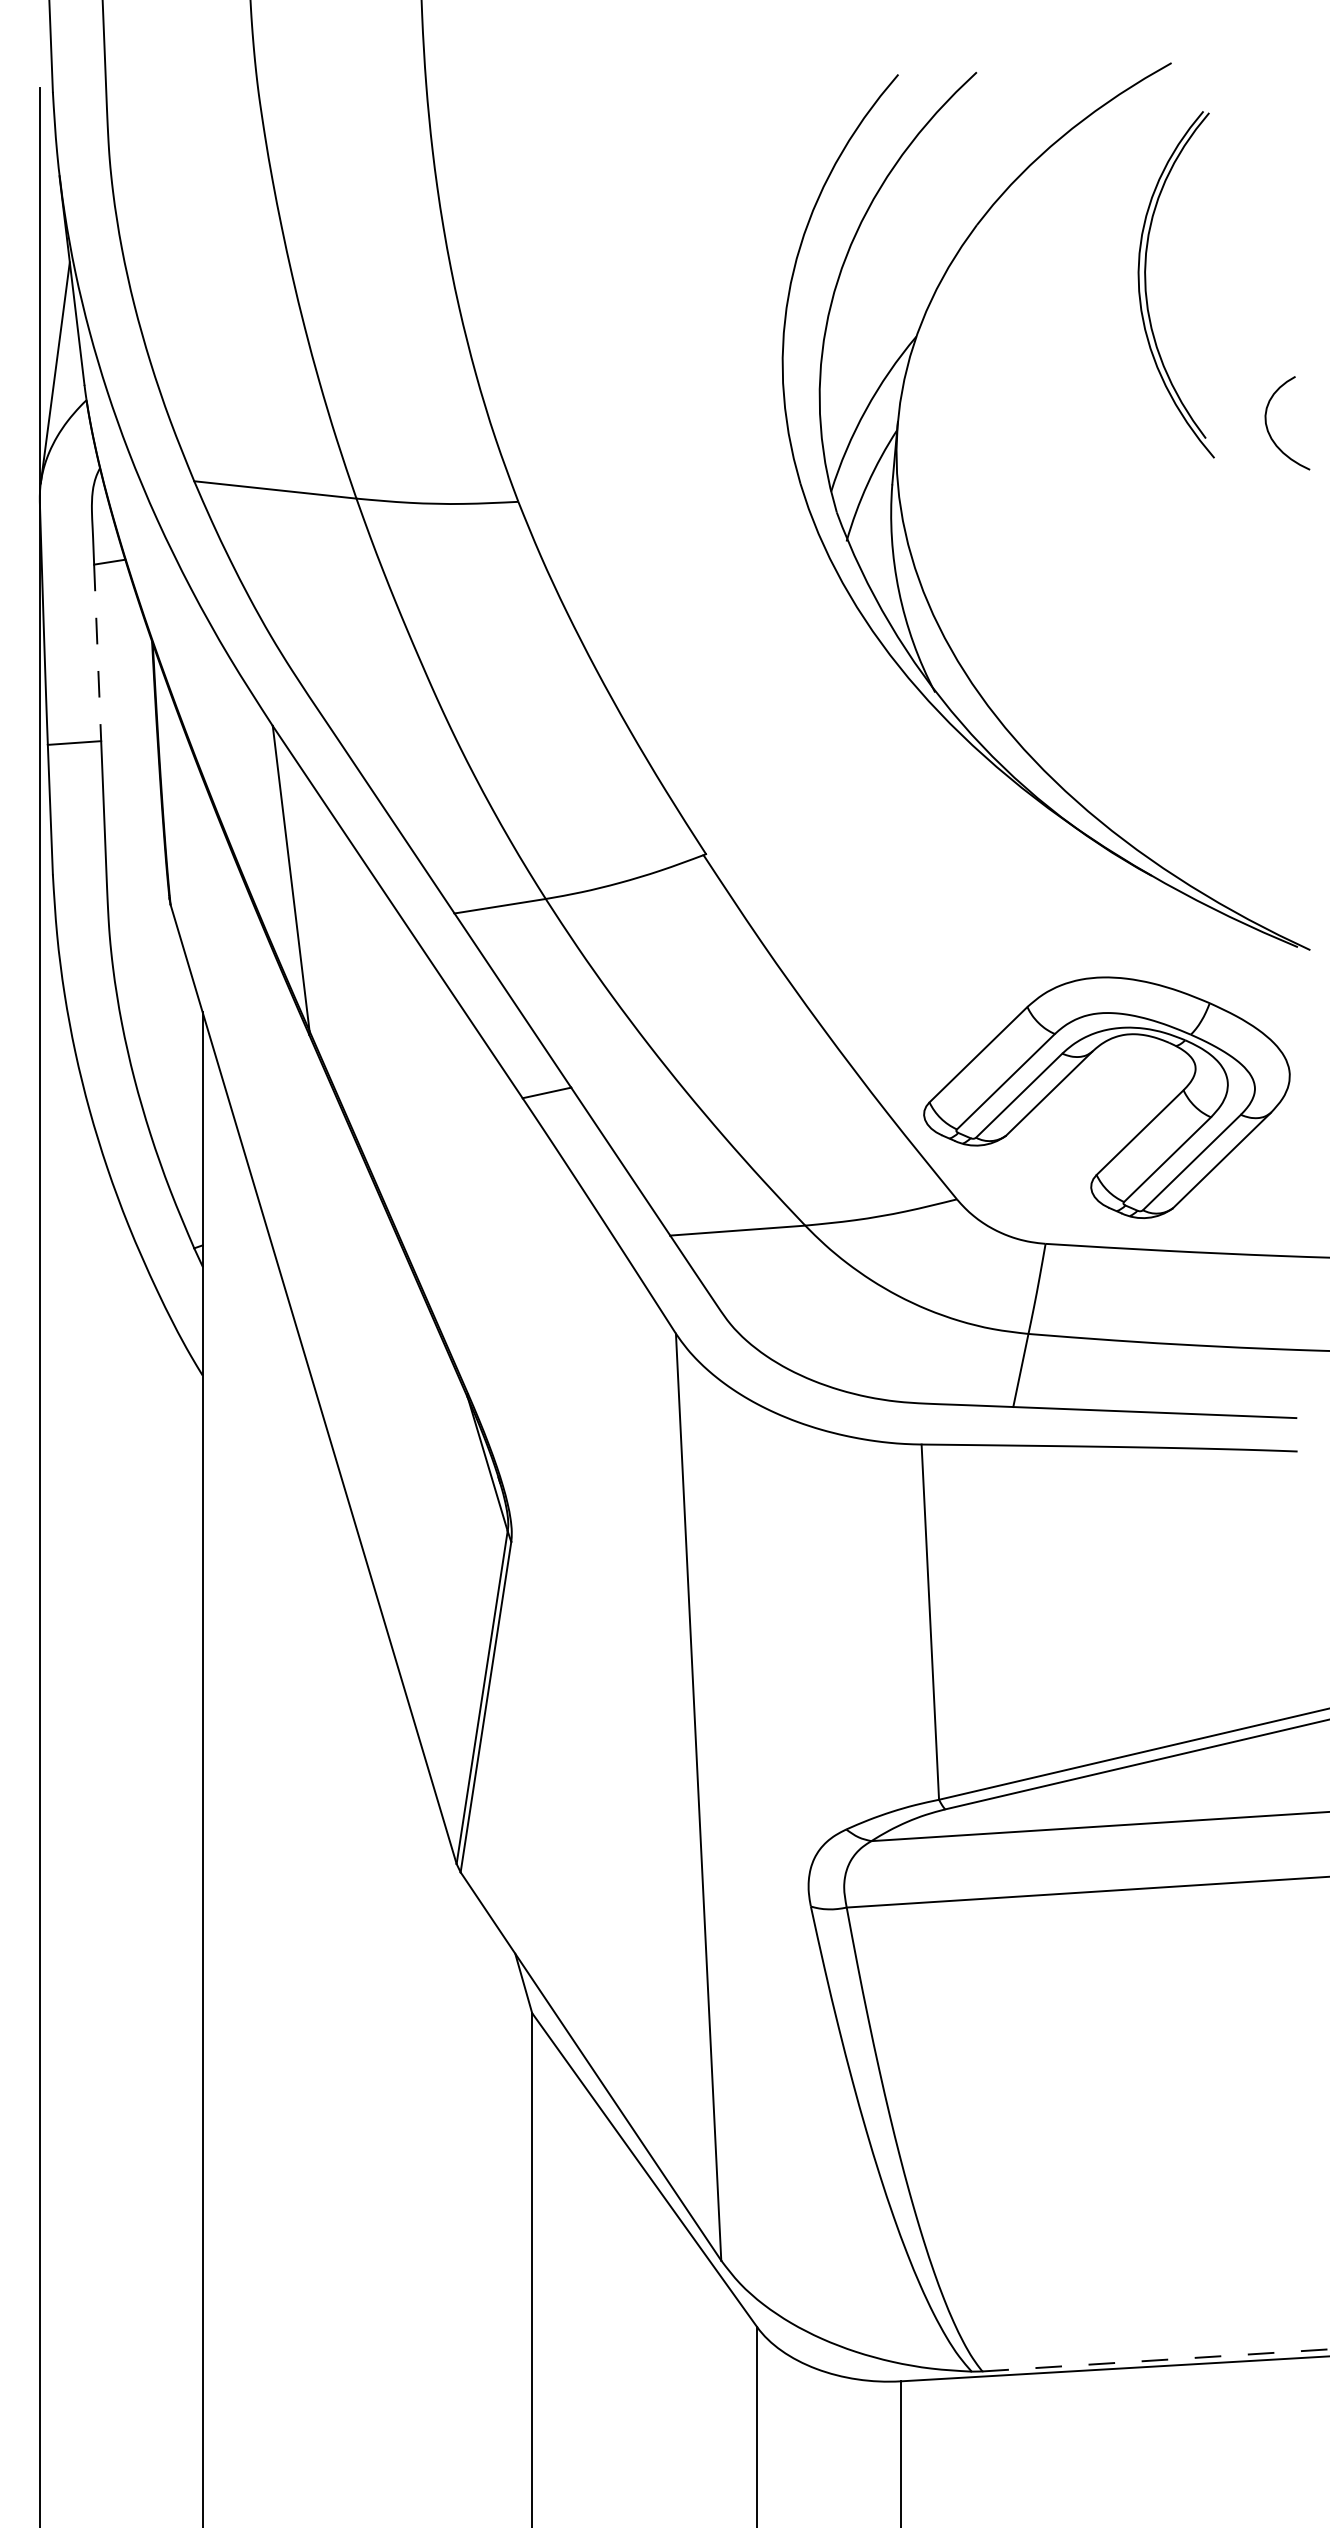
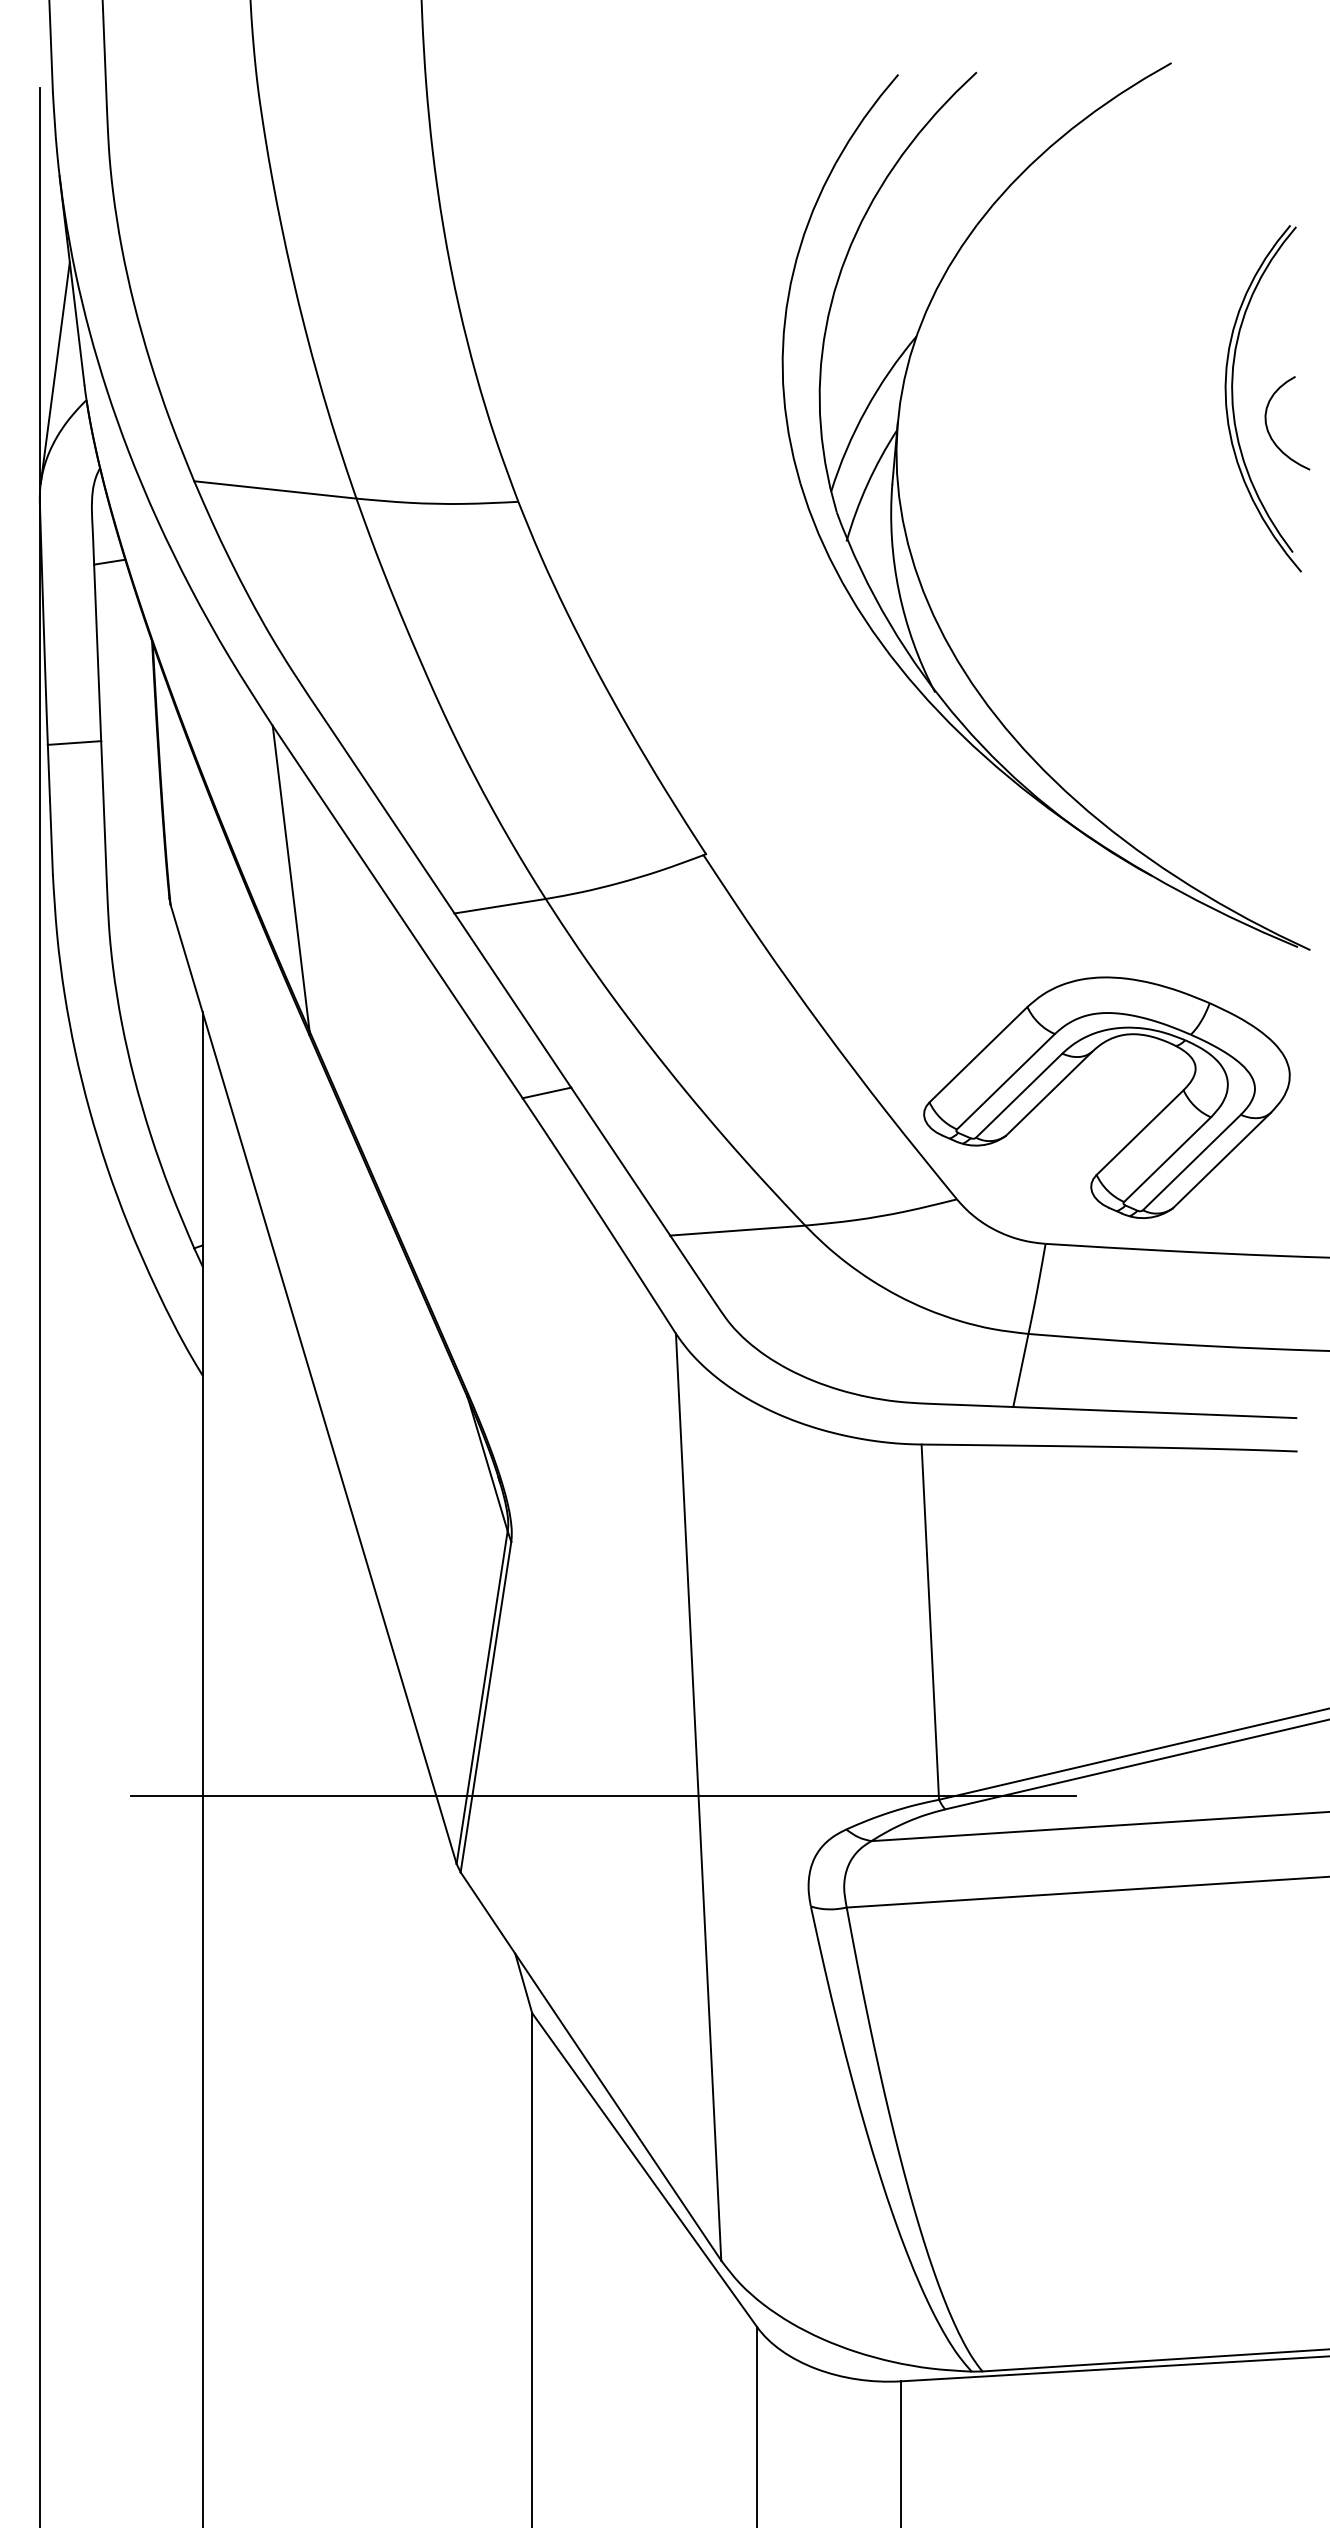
part at (1146, 284) position: (1146, 284) -> (1233, 398)
line at (97, 653): dashed -> solid
line at (603, 1796): none -> present
line at (1155, 2360): dashed -> solid
